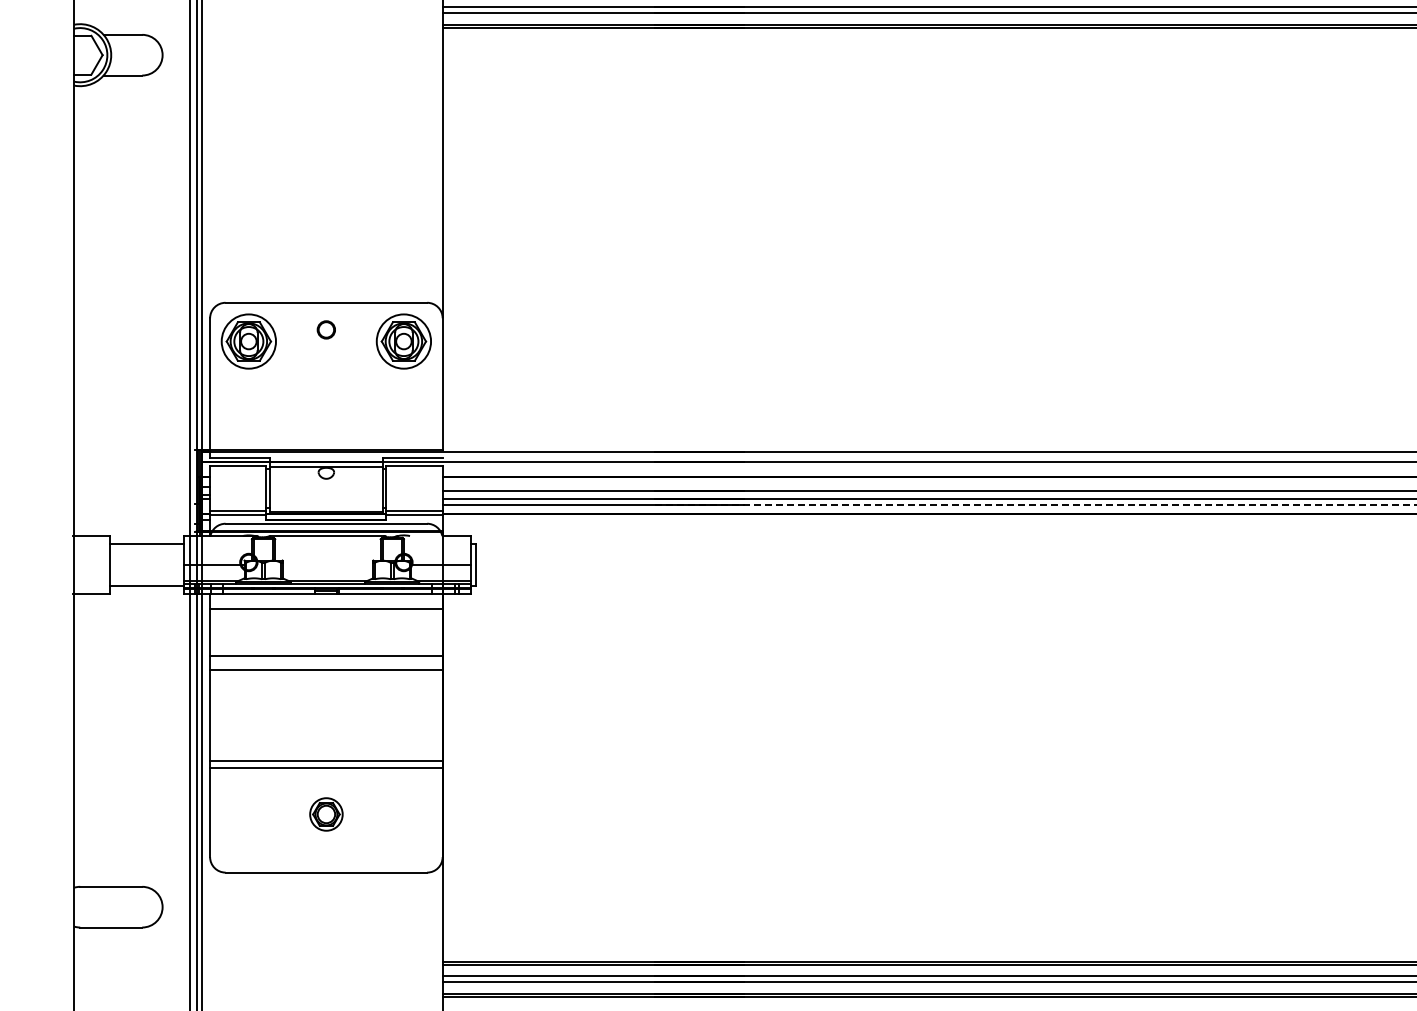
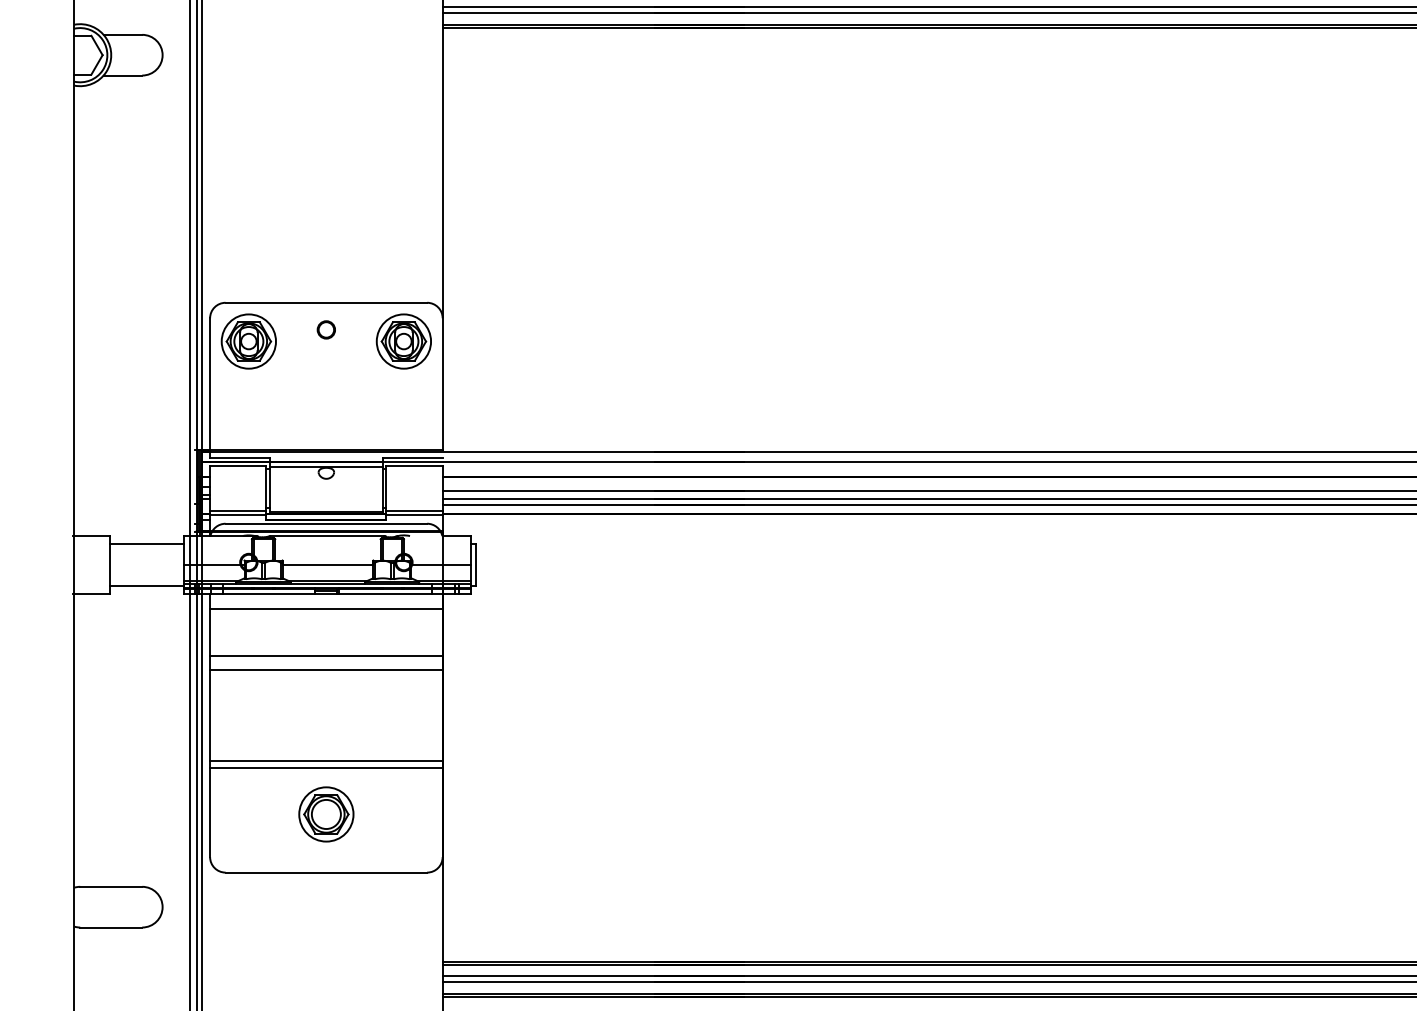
line at (1035, 505): dashed -> solid
line at (327, 564): none -> present
part at (326, 814) size: 35x35 px -> 57x57 px
